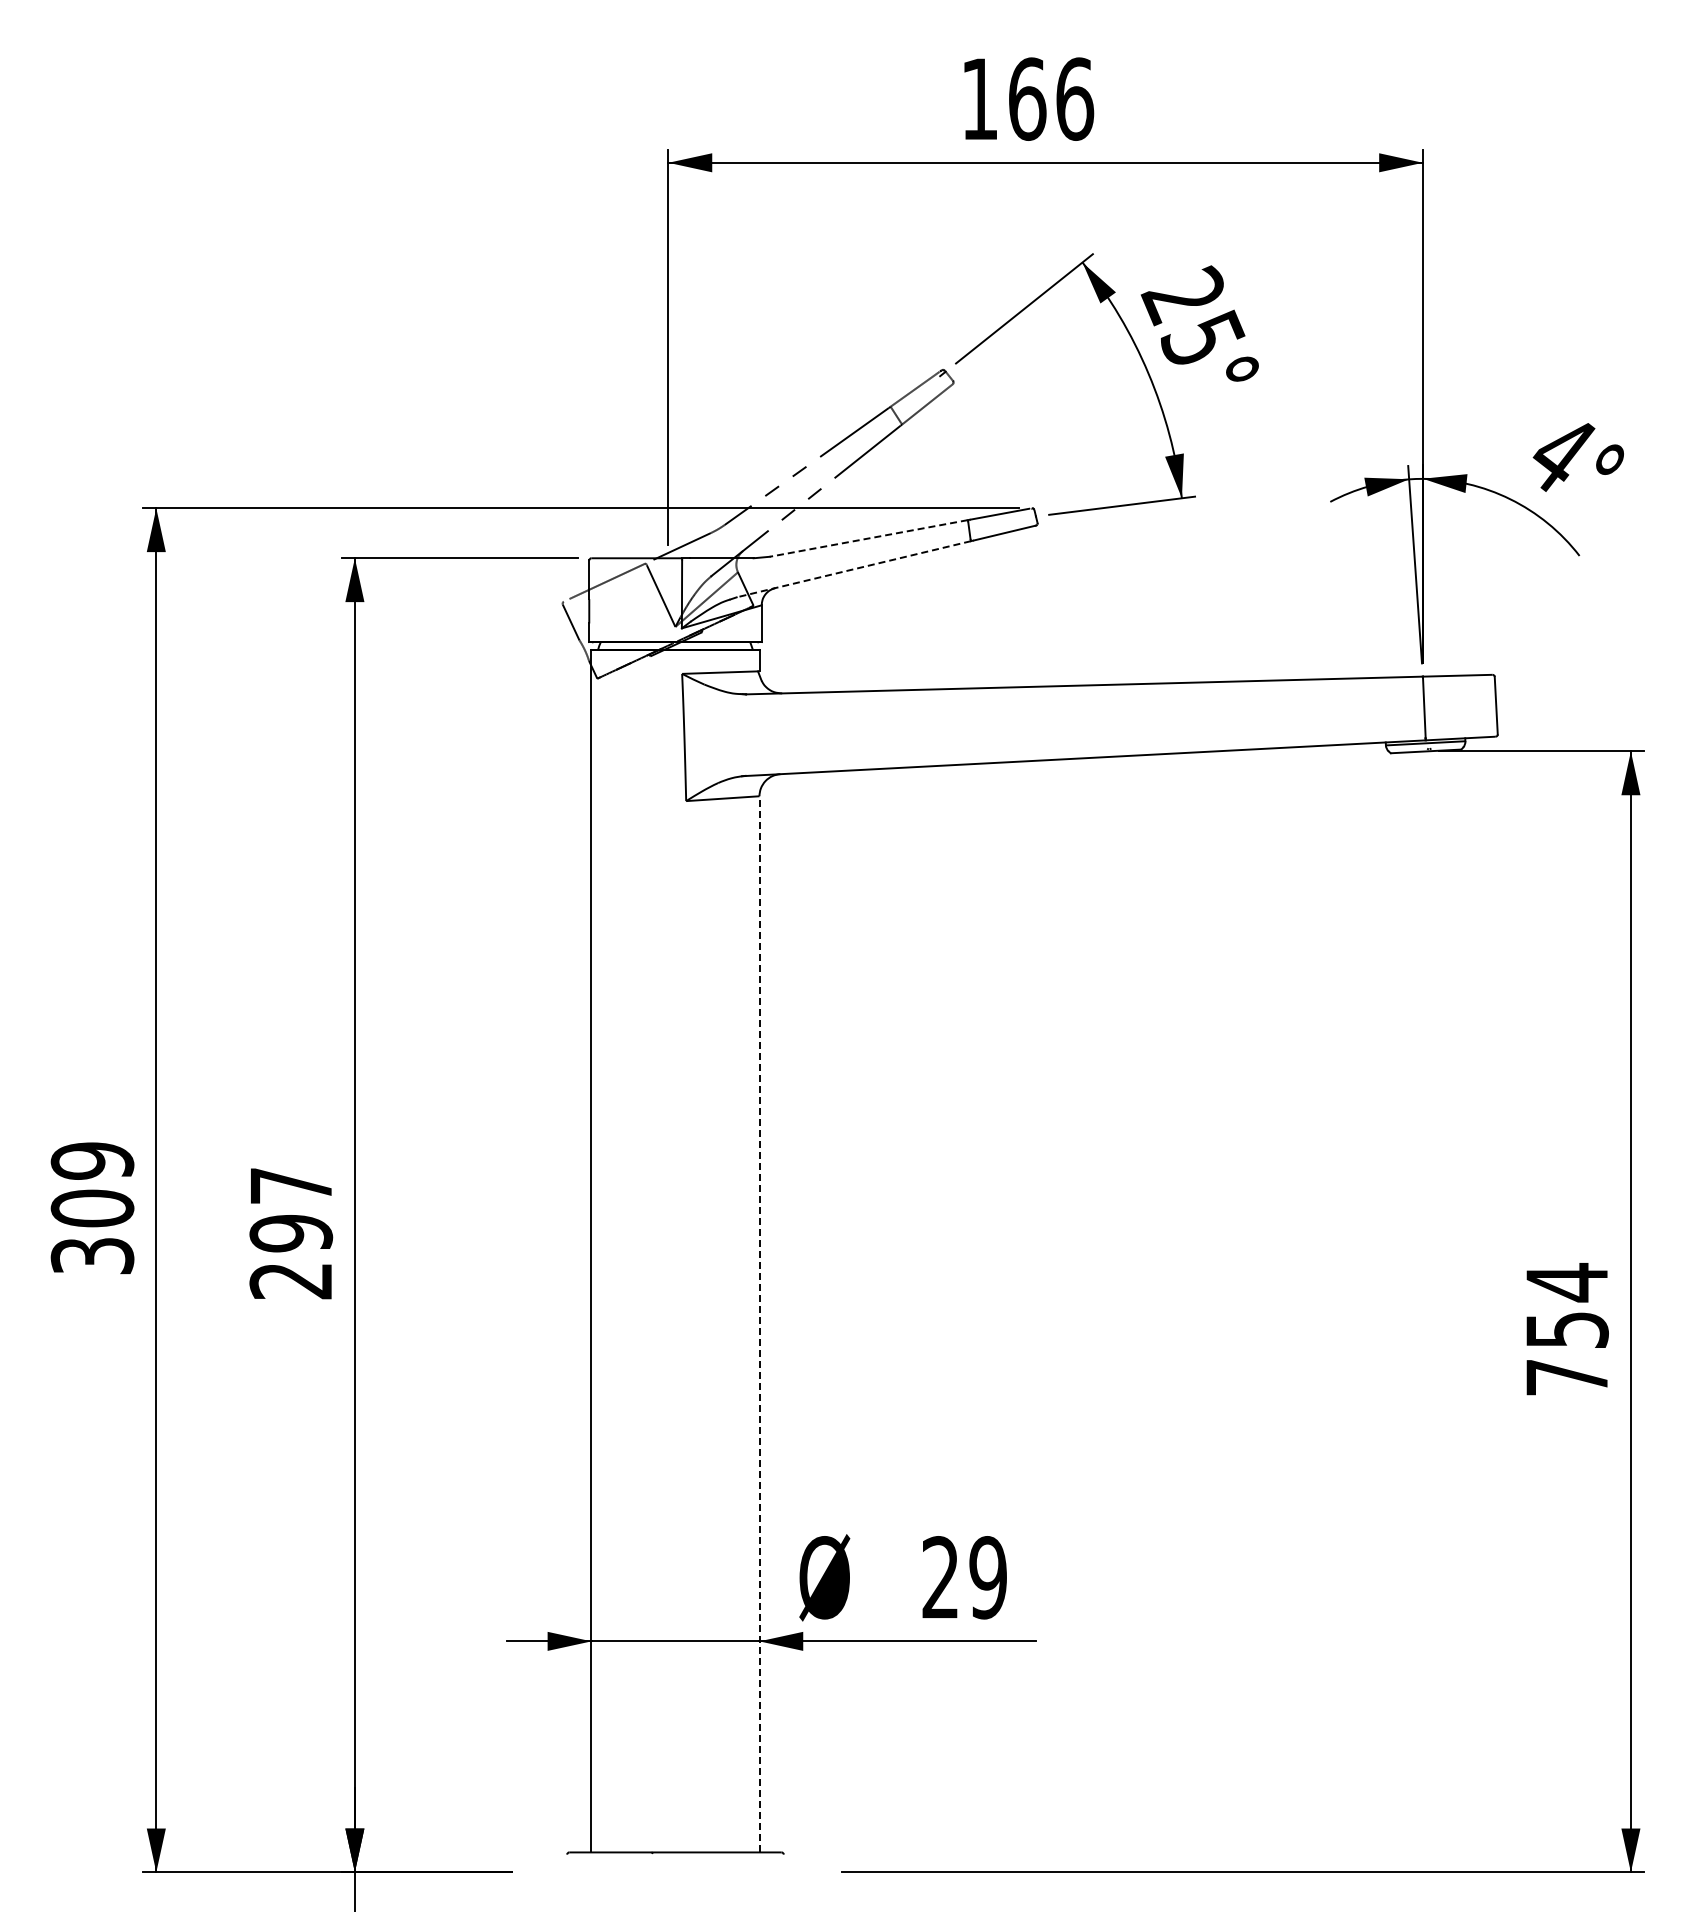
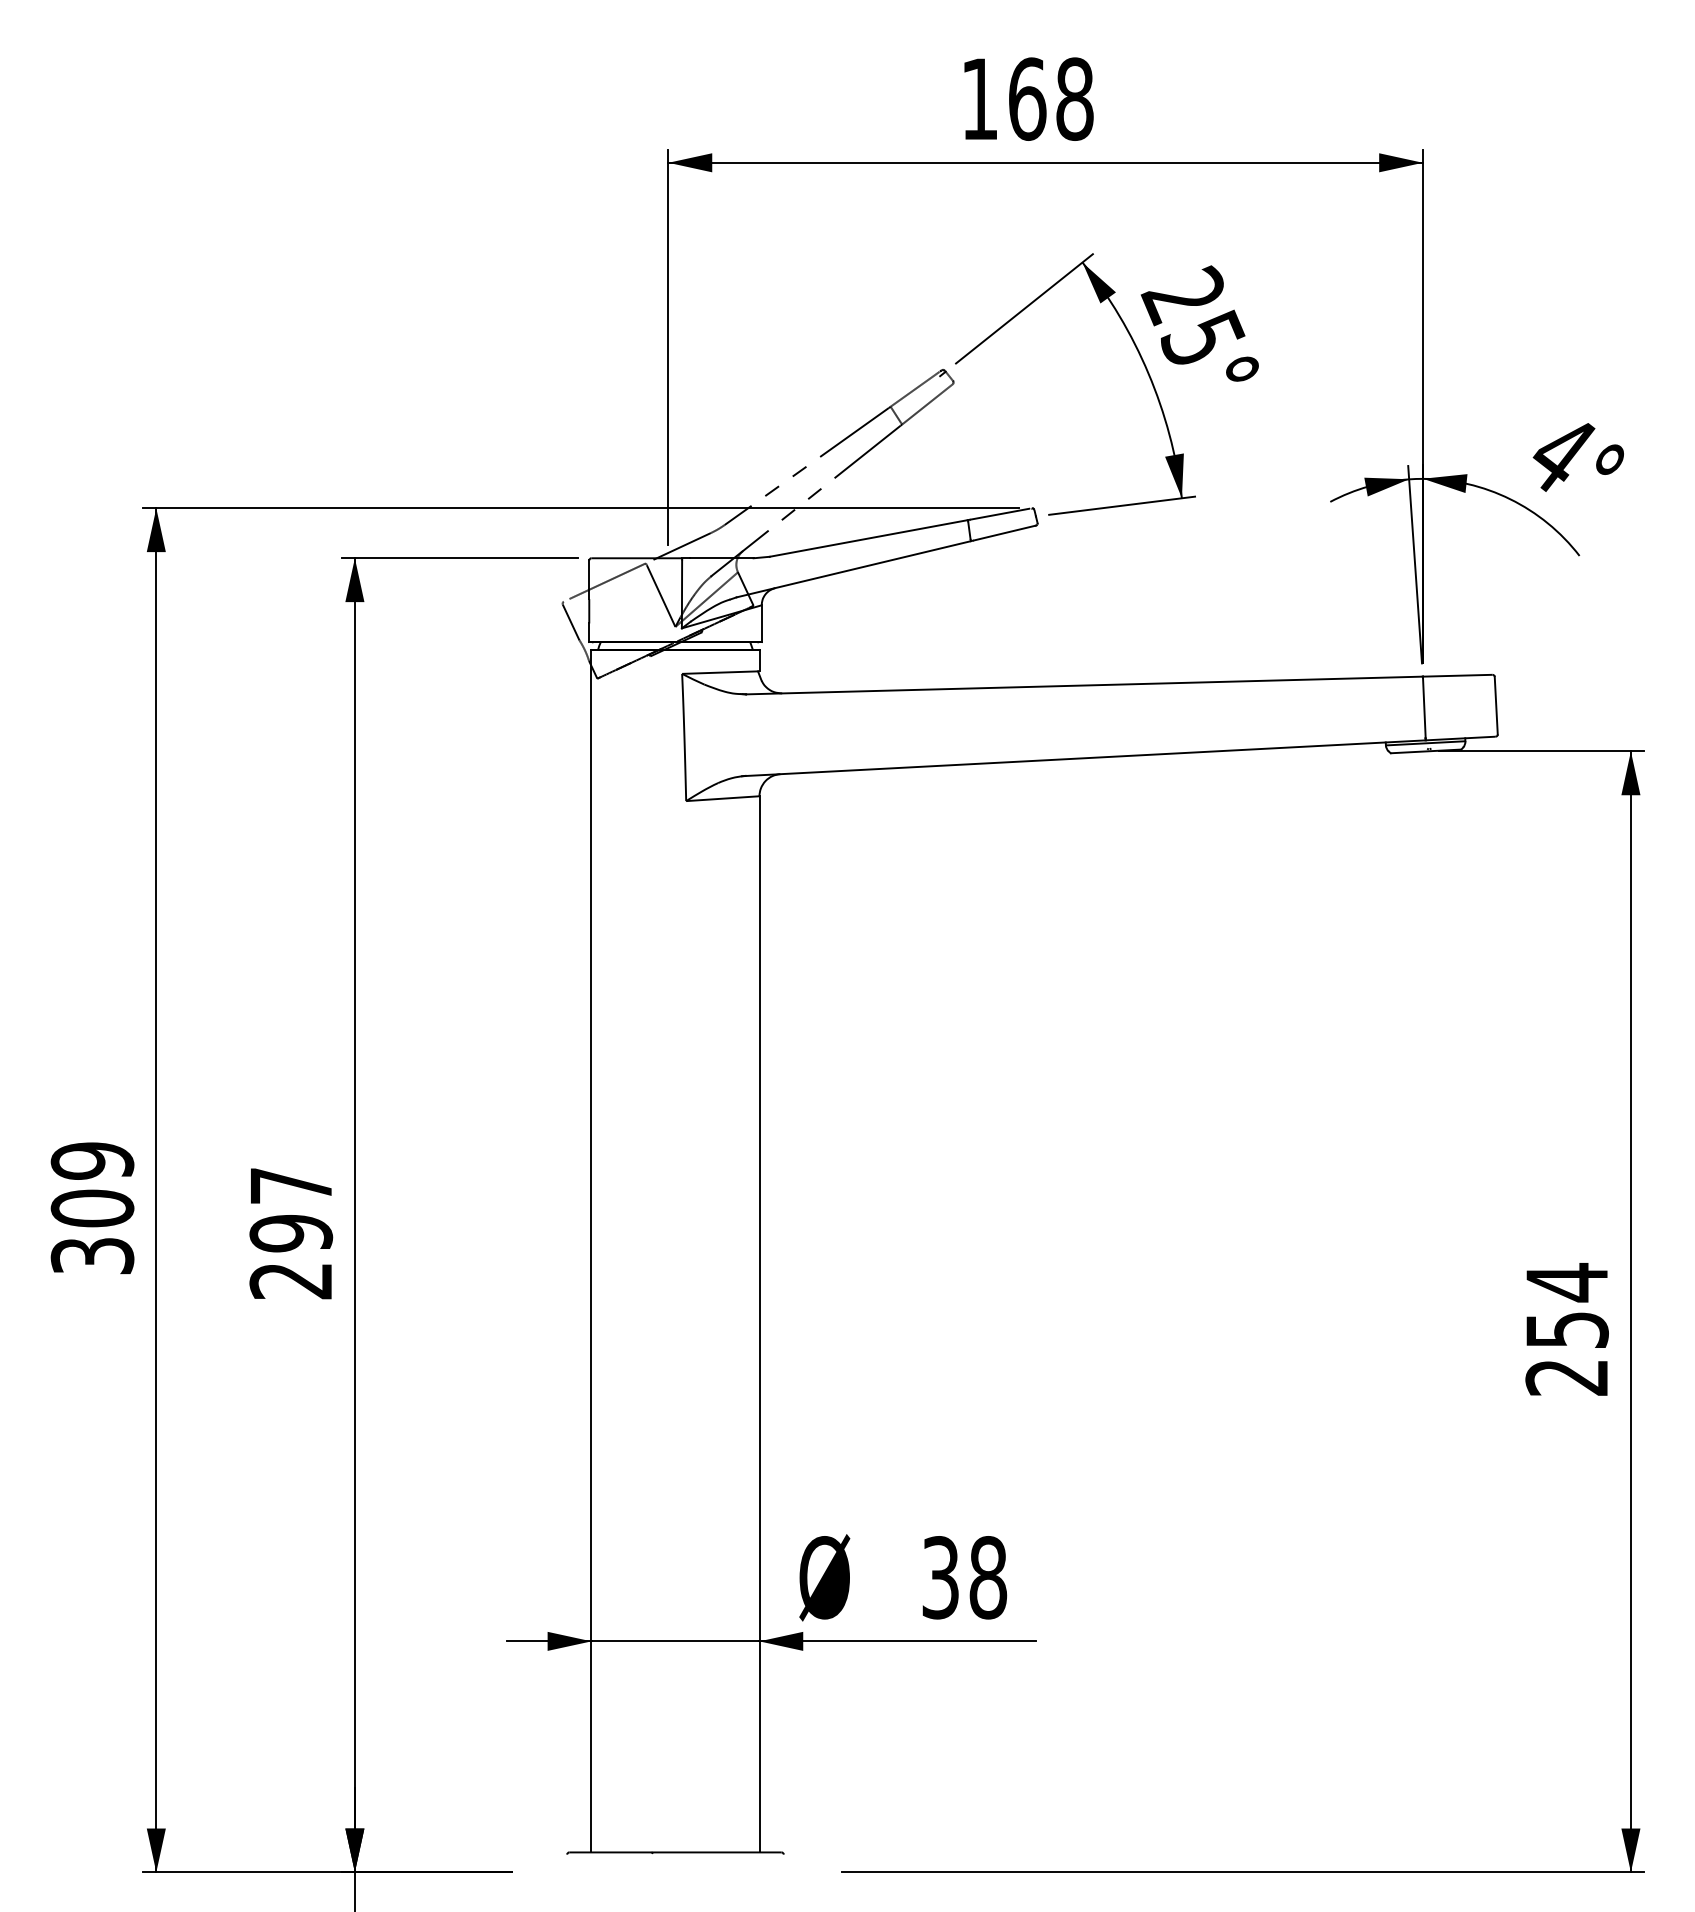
text at (1075, 98): 166 -> 168
line at (868, 538): dashed -> solid
line at (853, 569): dashed -> solid
line at (759, 1323): dashed -> solid
text at (1566, 1377): 754 -> 254
text at (964, 1577): 29 -> 38
